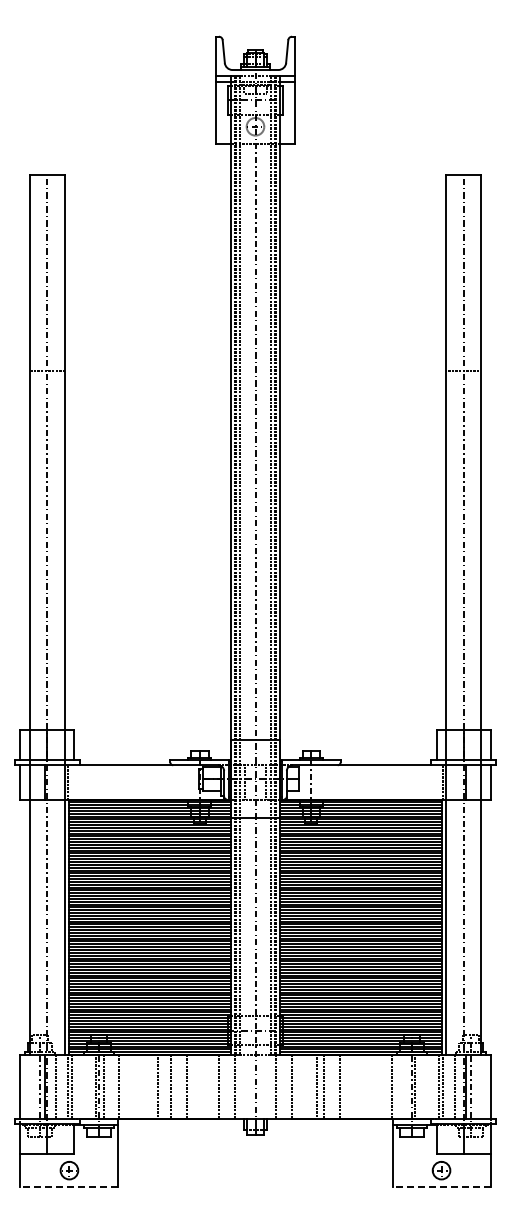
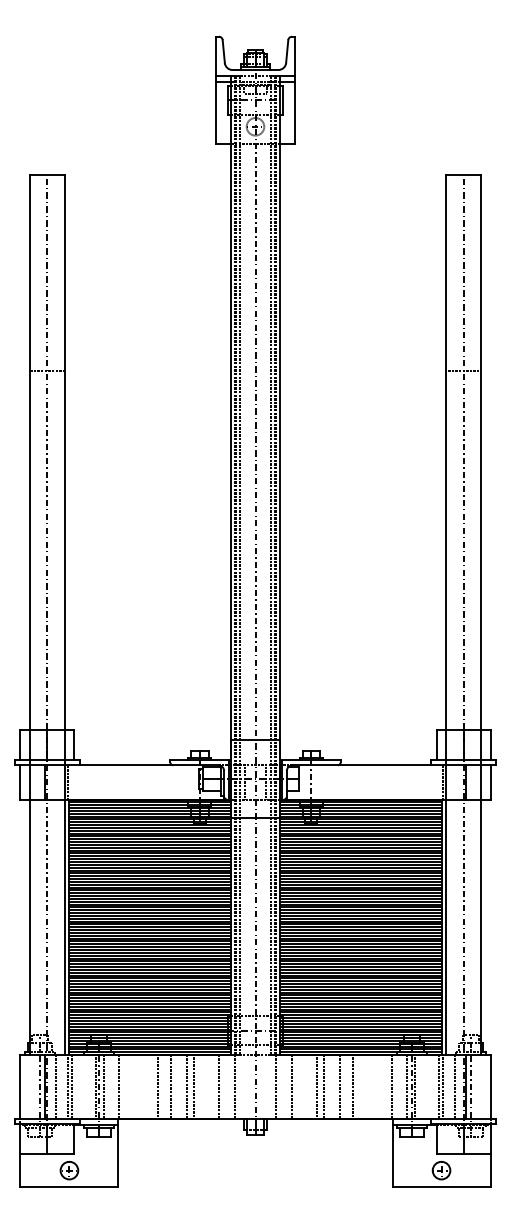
line at (353, 1086): none -> present
line at (407, 1086): none -> present
line at (194, 1087): none -> present
line at (69, 1187): dashed -> solid
line at (441, 1187): dashed -> solid
